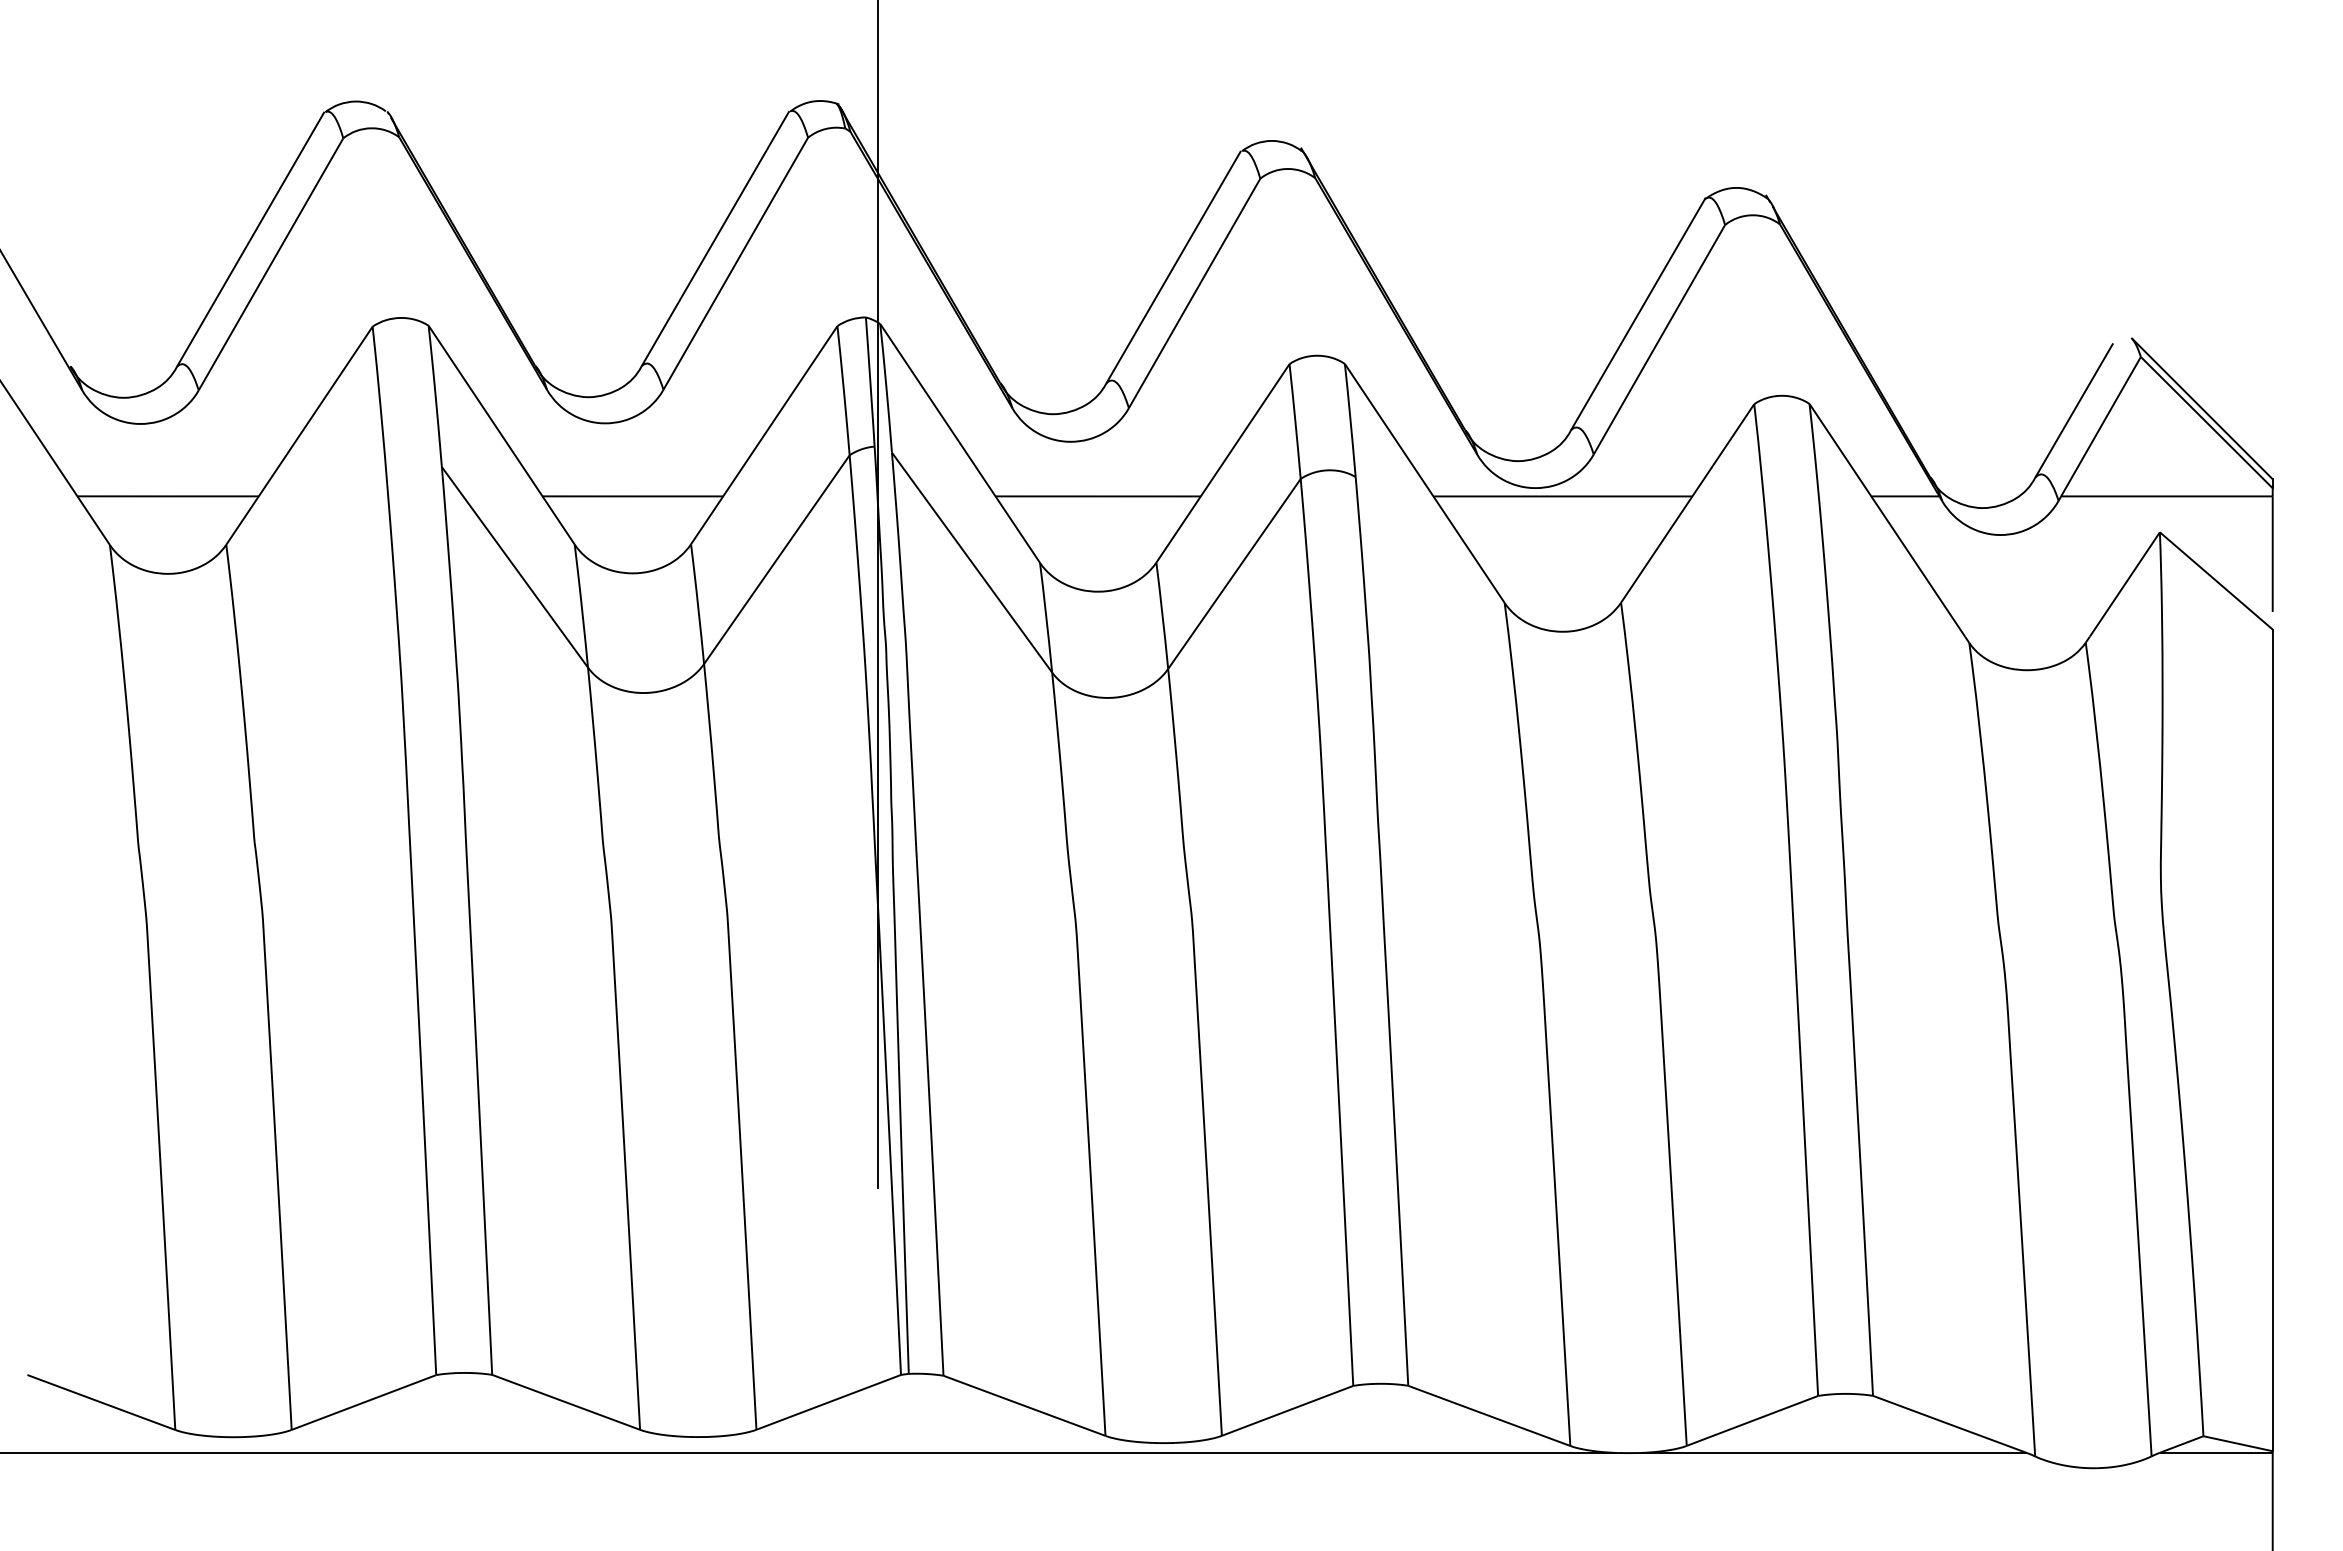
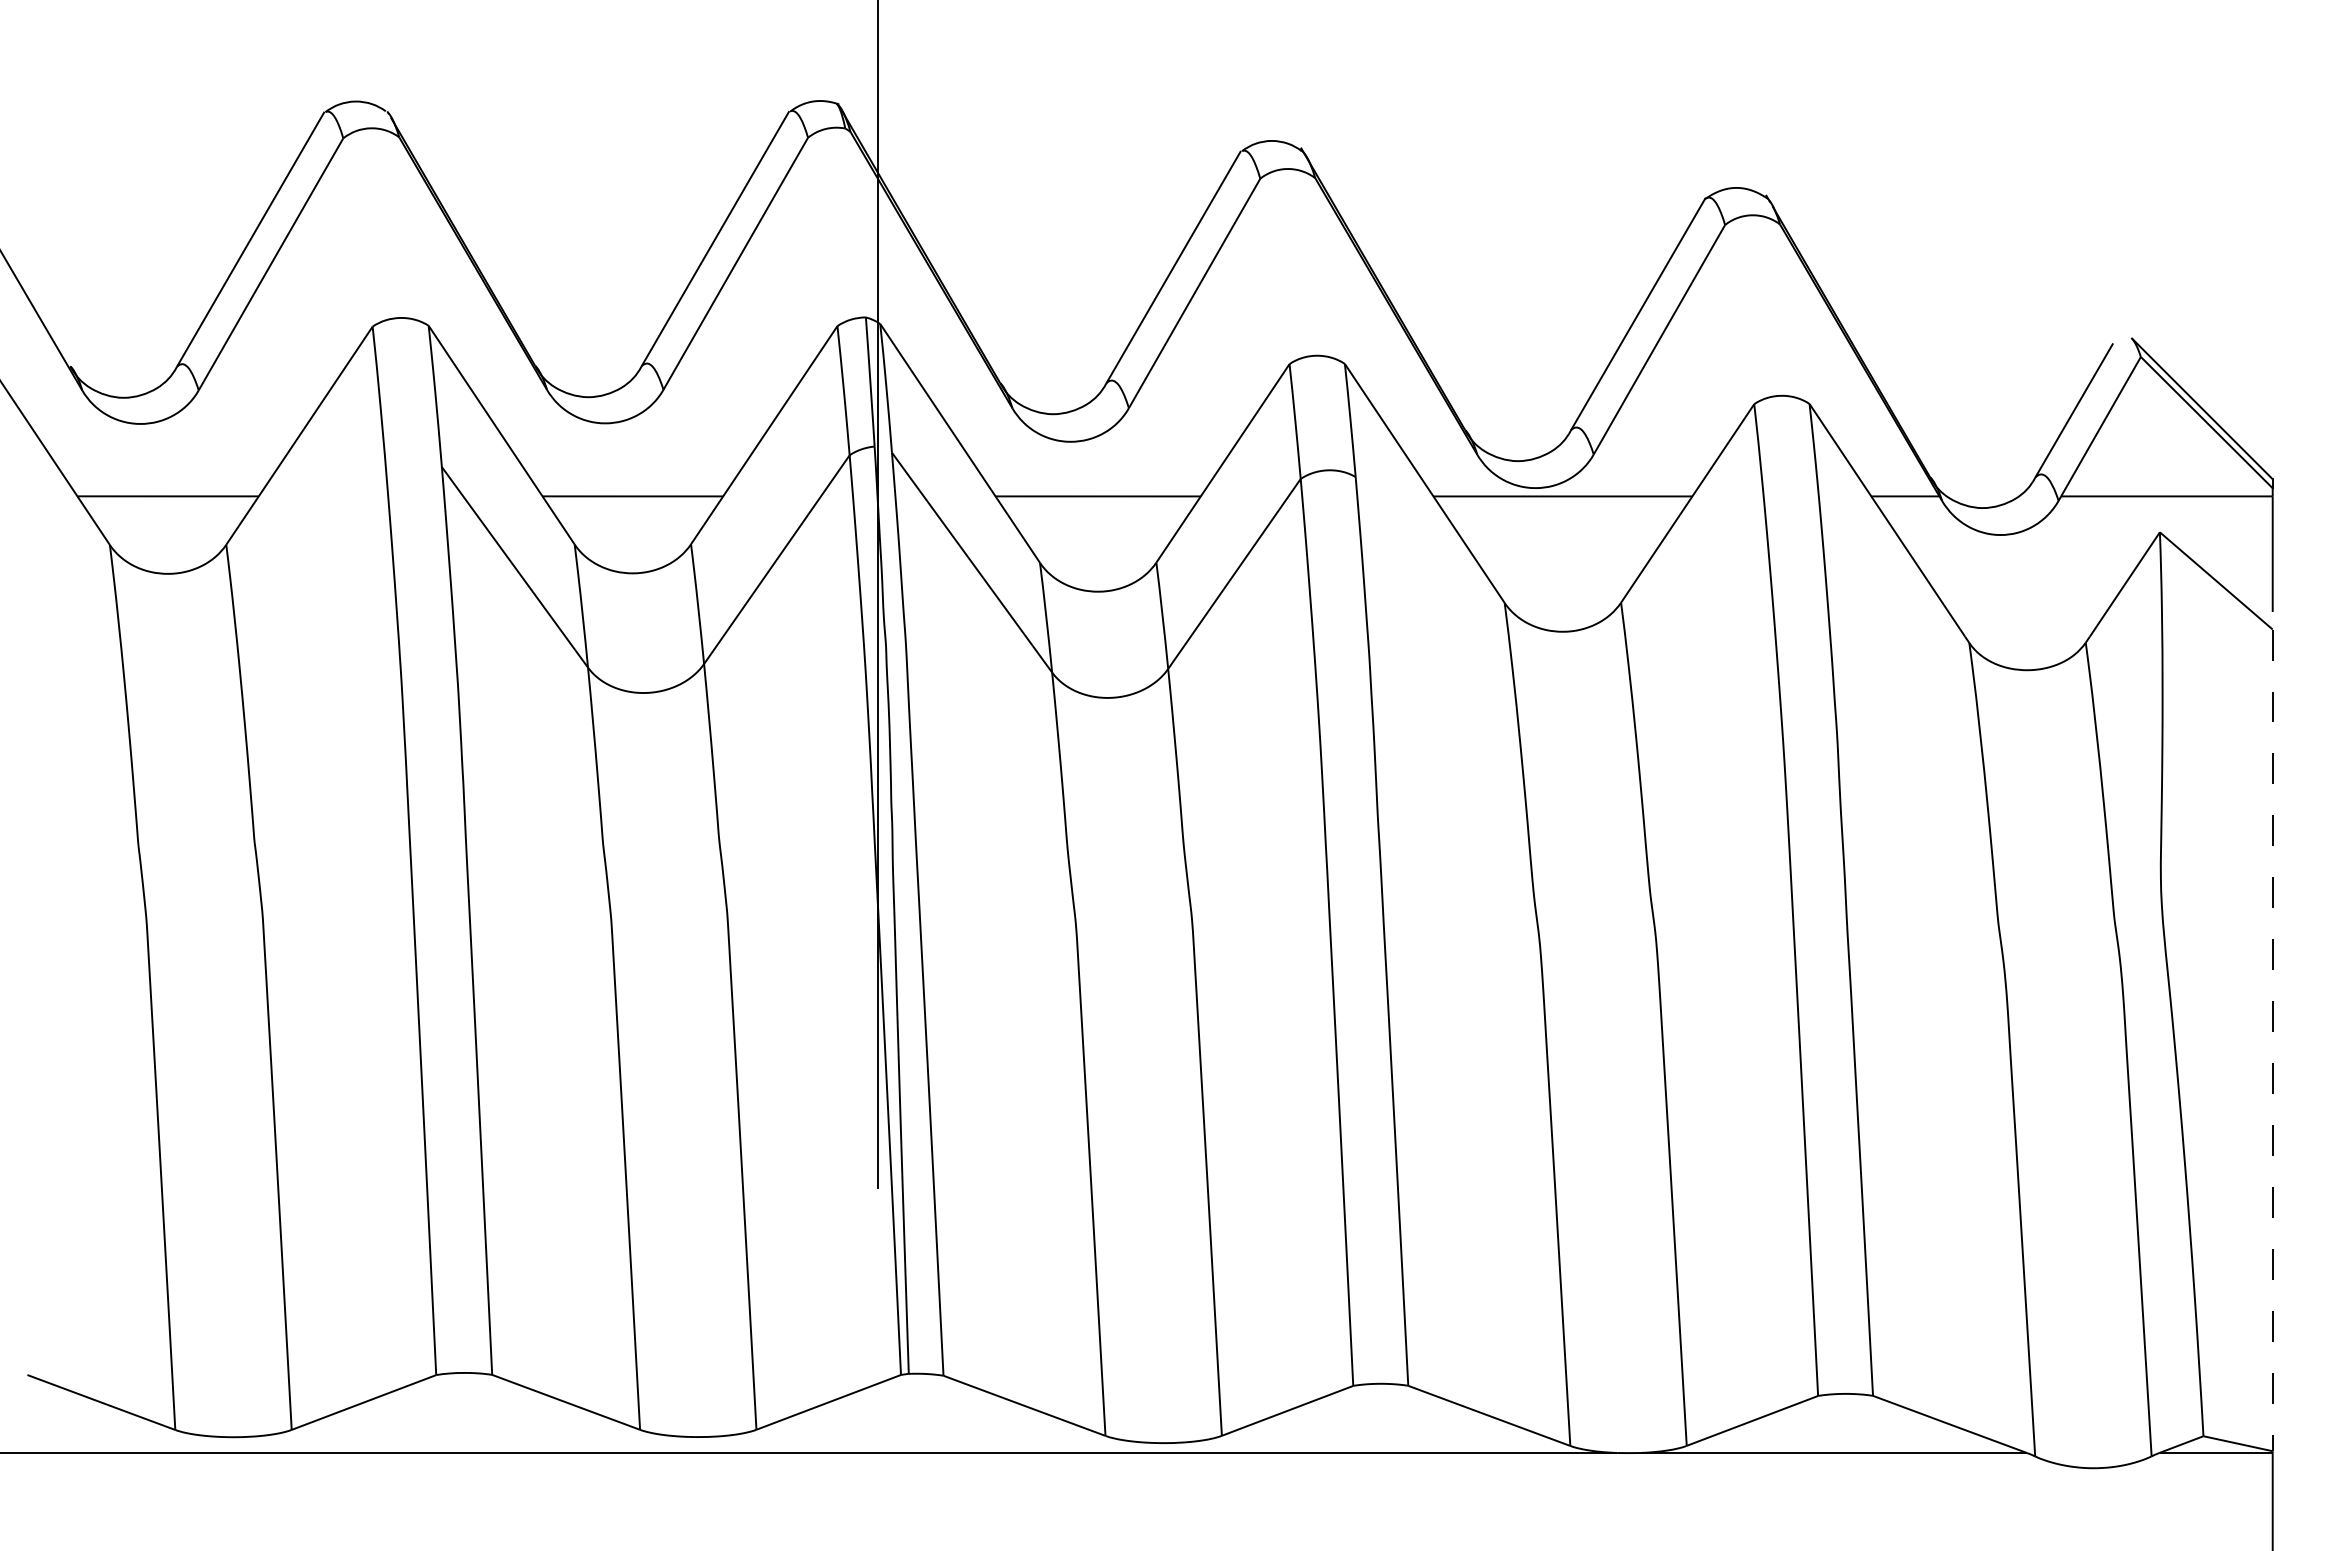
line at (2272, 1040): solid -> dashed
